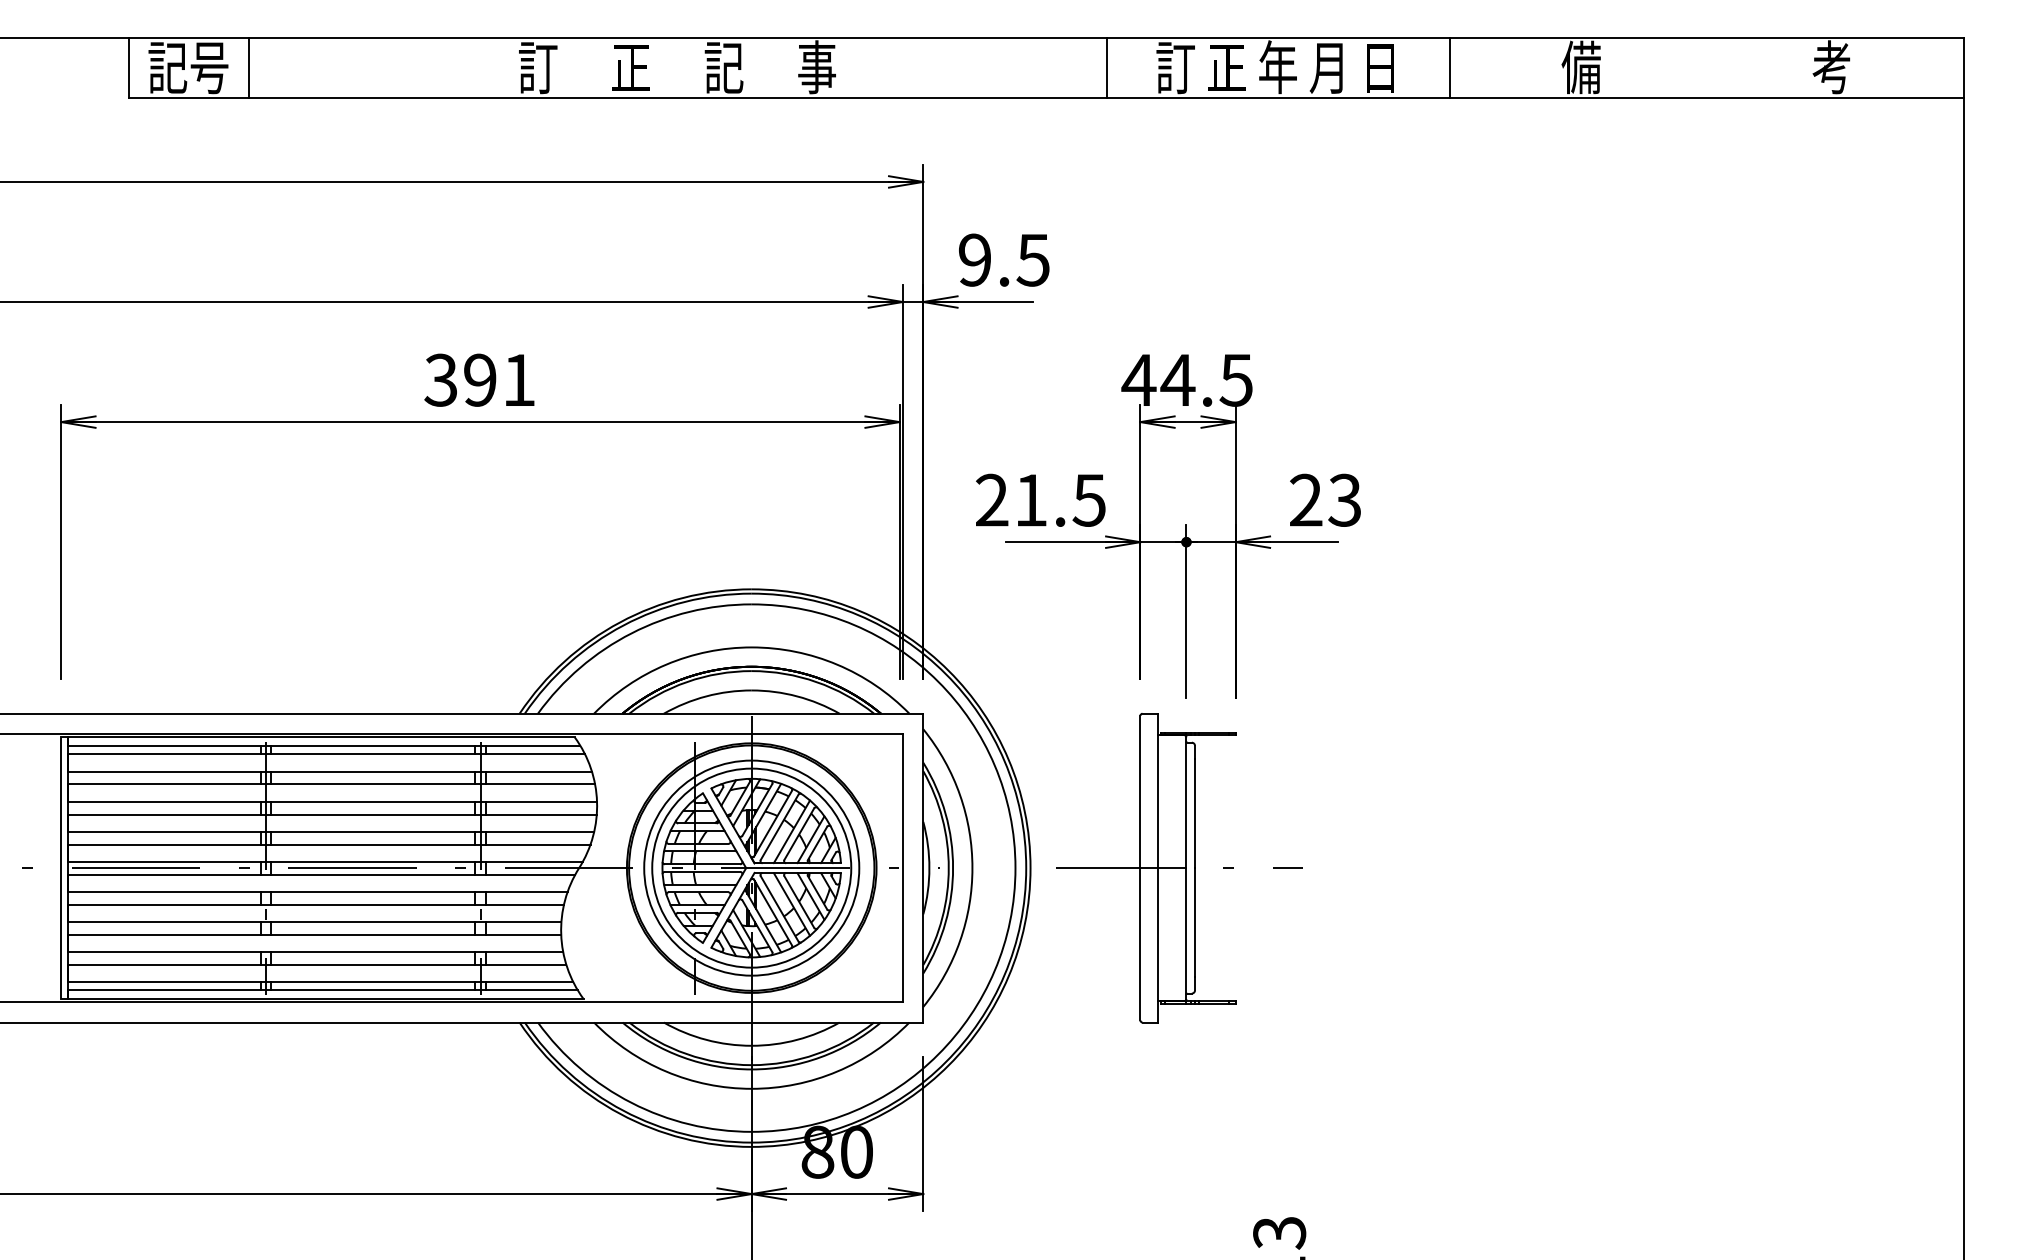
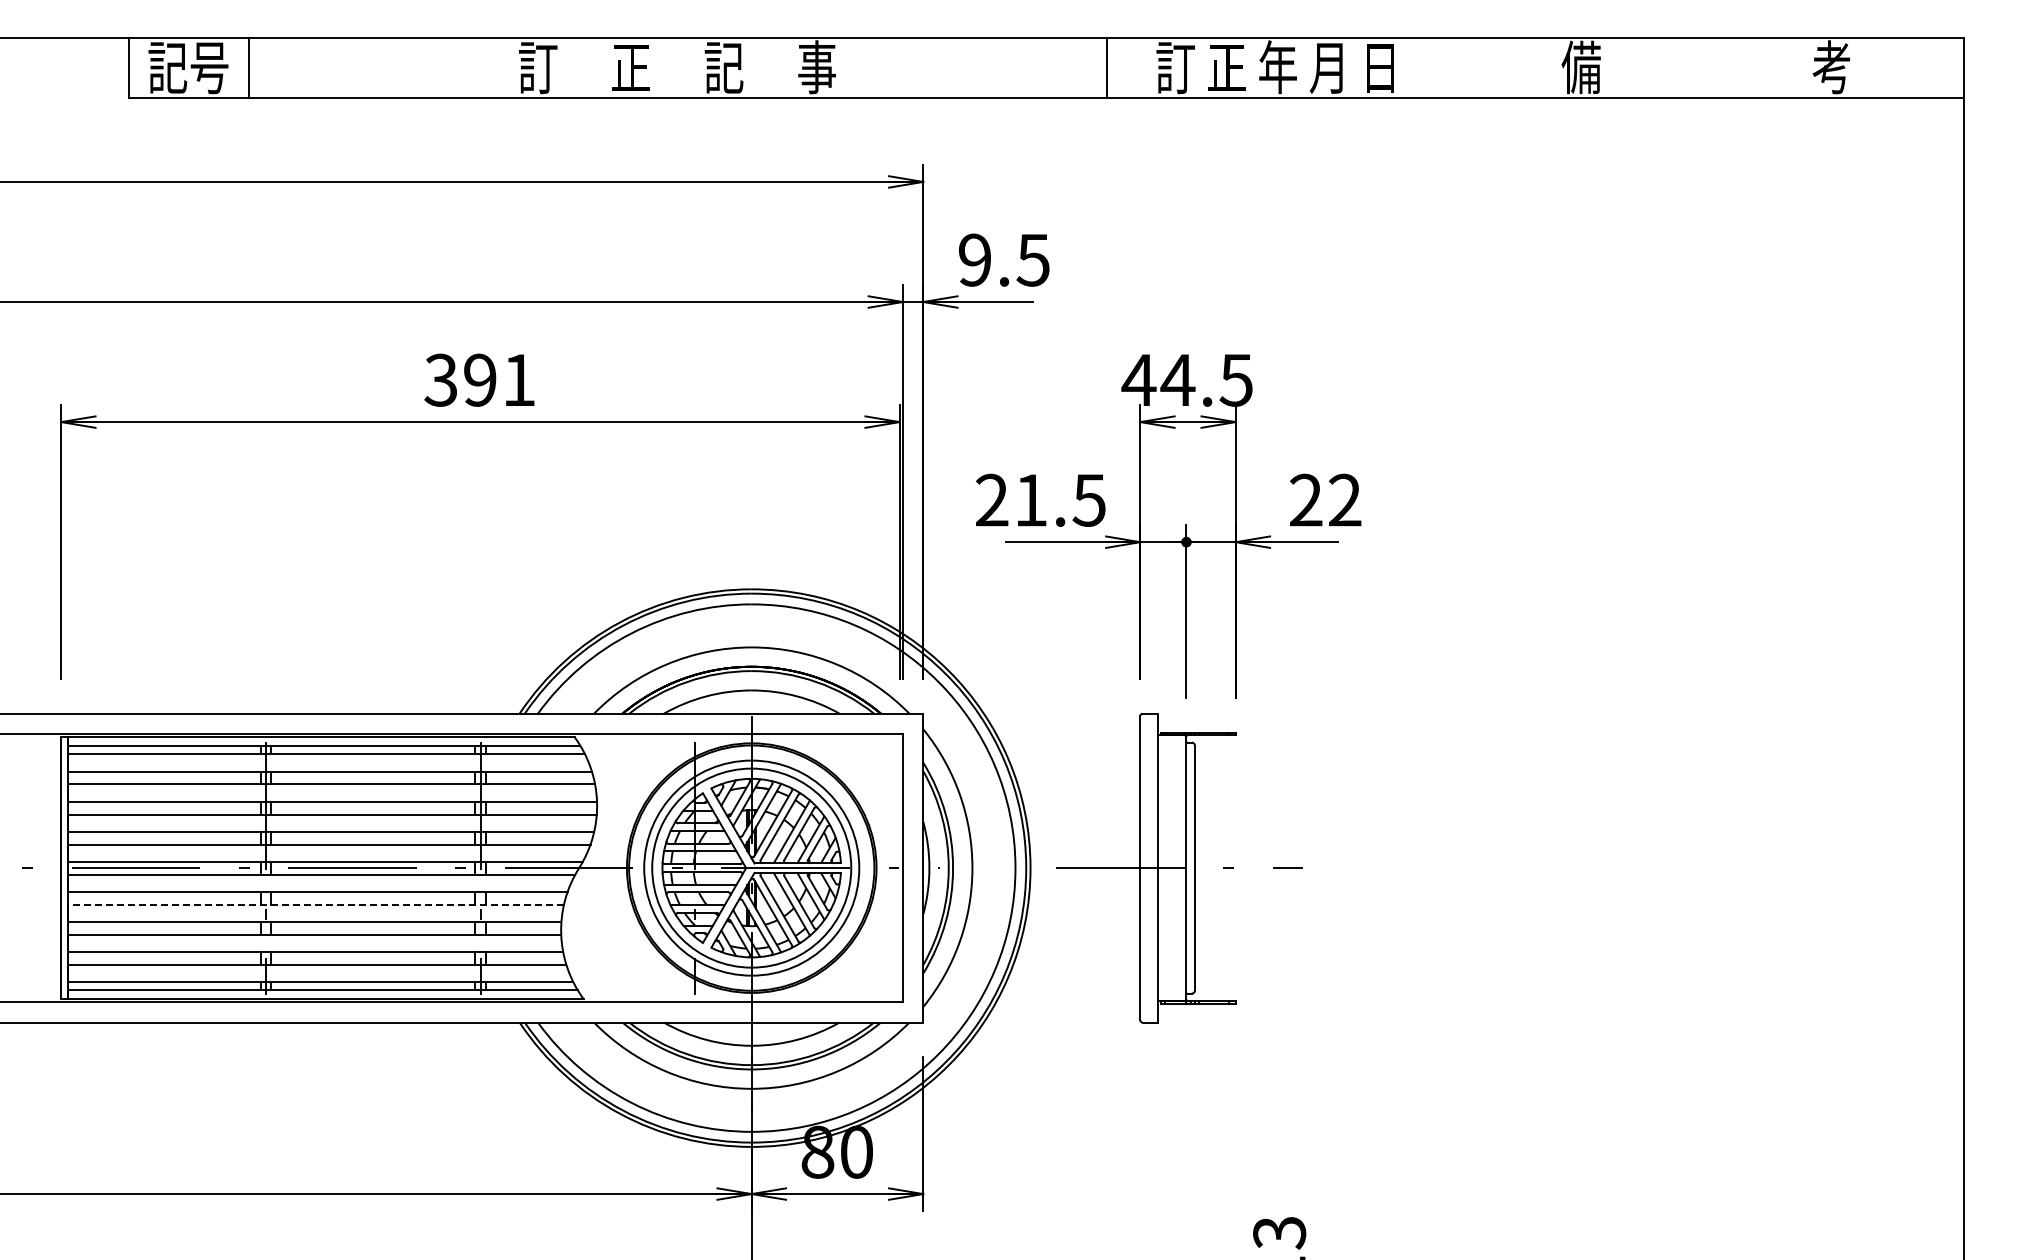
line at (1449, 67): present -> none
text at (1344, 500): 23 -> 22
line at (315, 904): solid -> dashed
